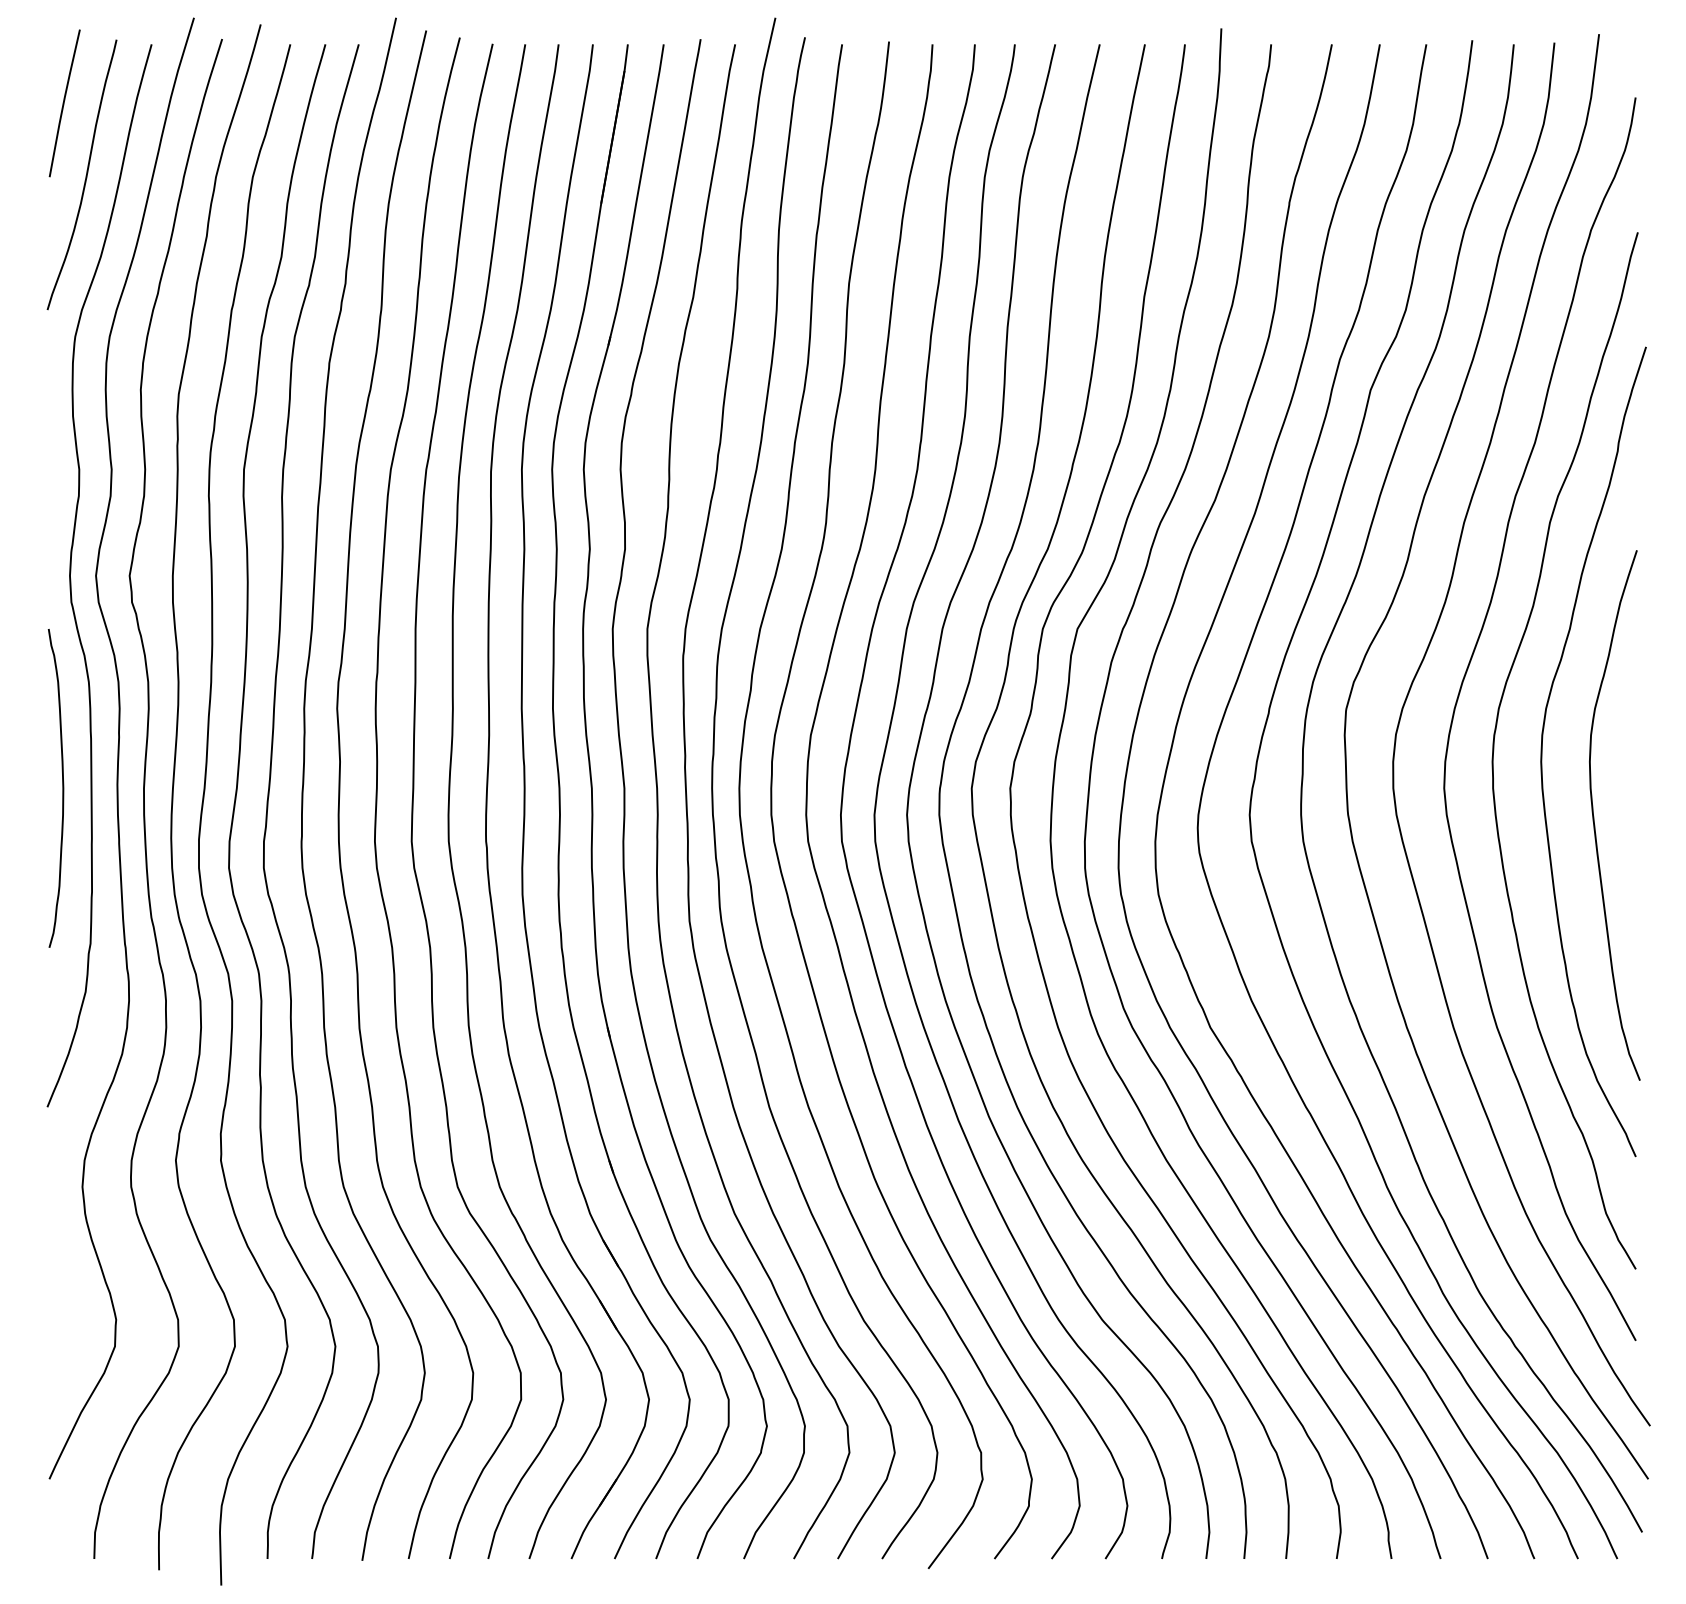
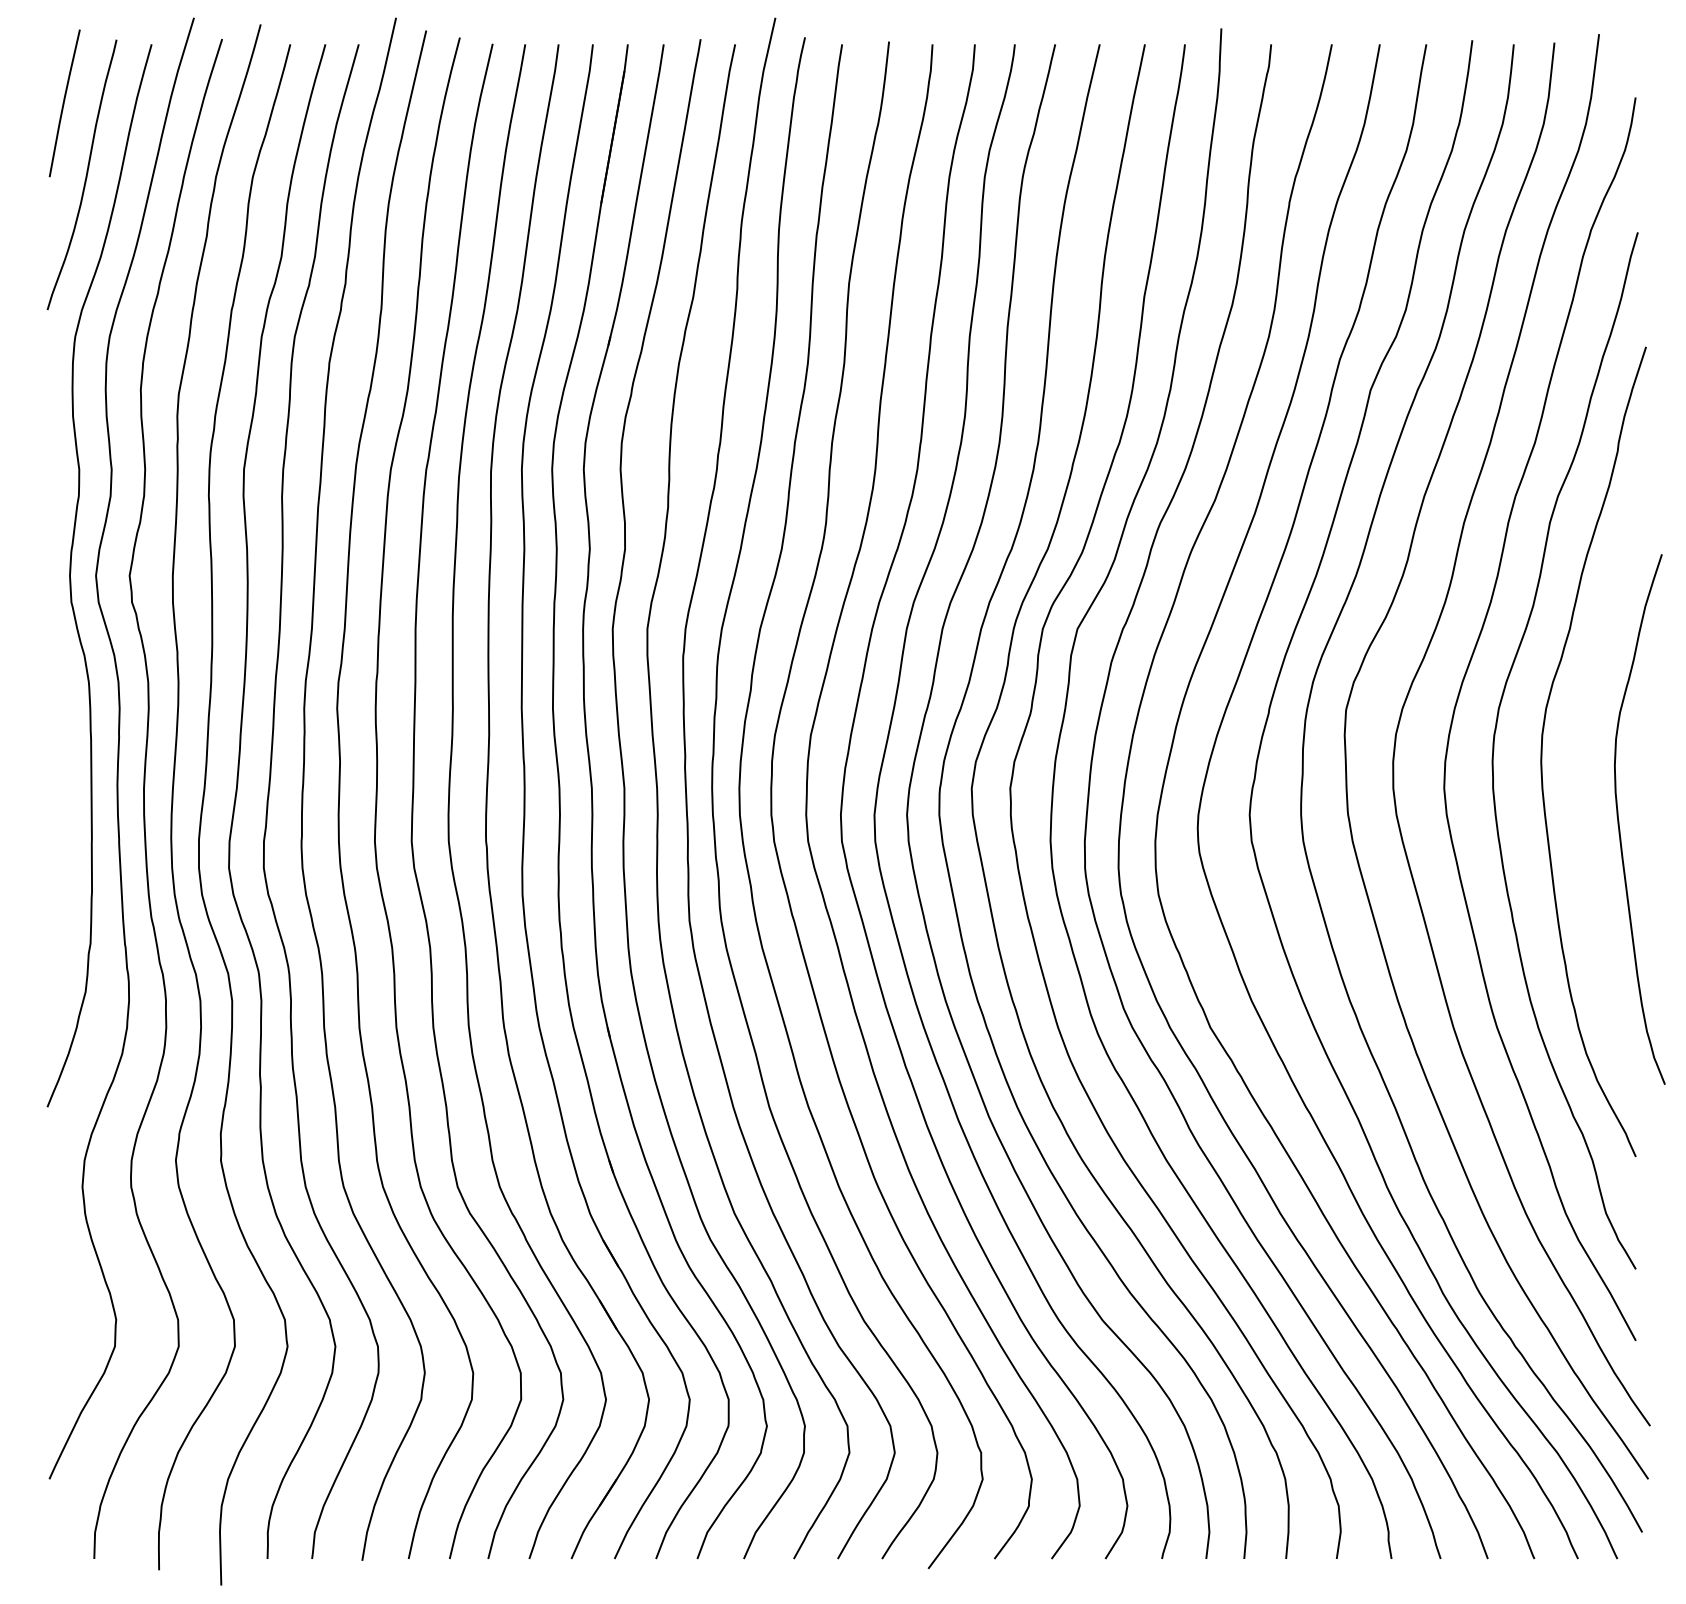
curve at (62, 788): present -> none
curve at (1594, 816) position: (1594, 816) -> (1619, 820)
